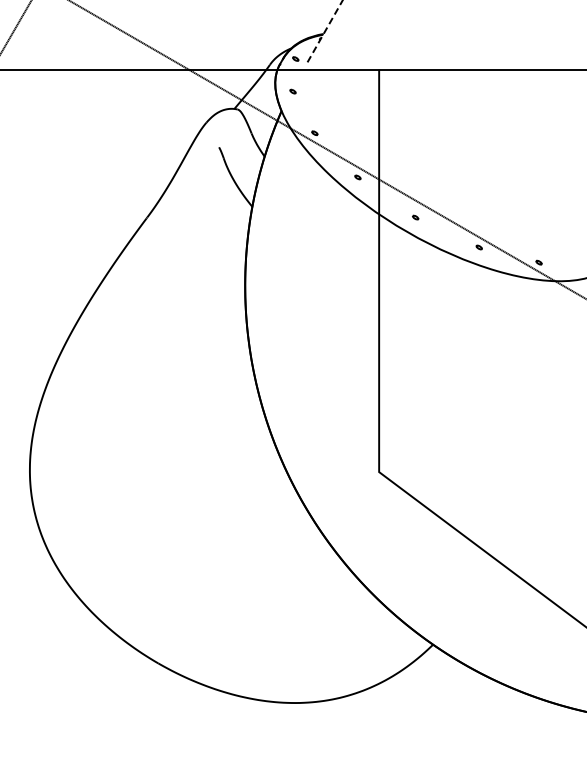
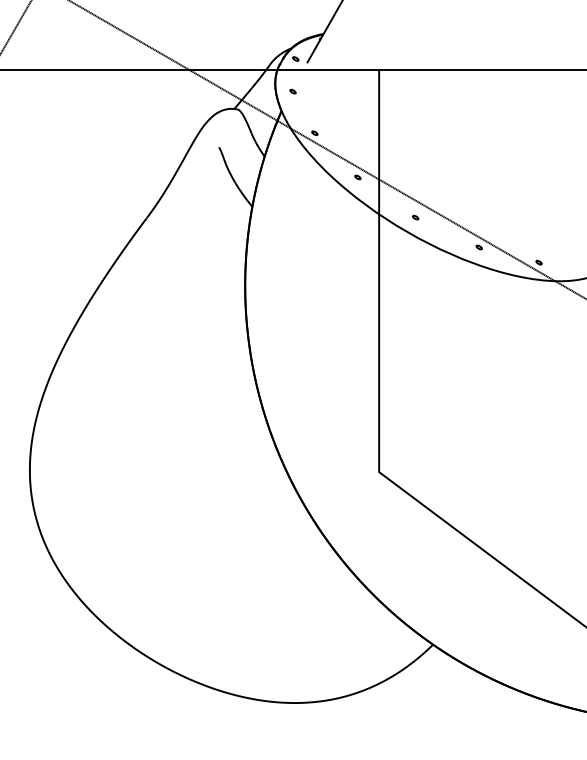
line at (325, 31): dashed -> solid
